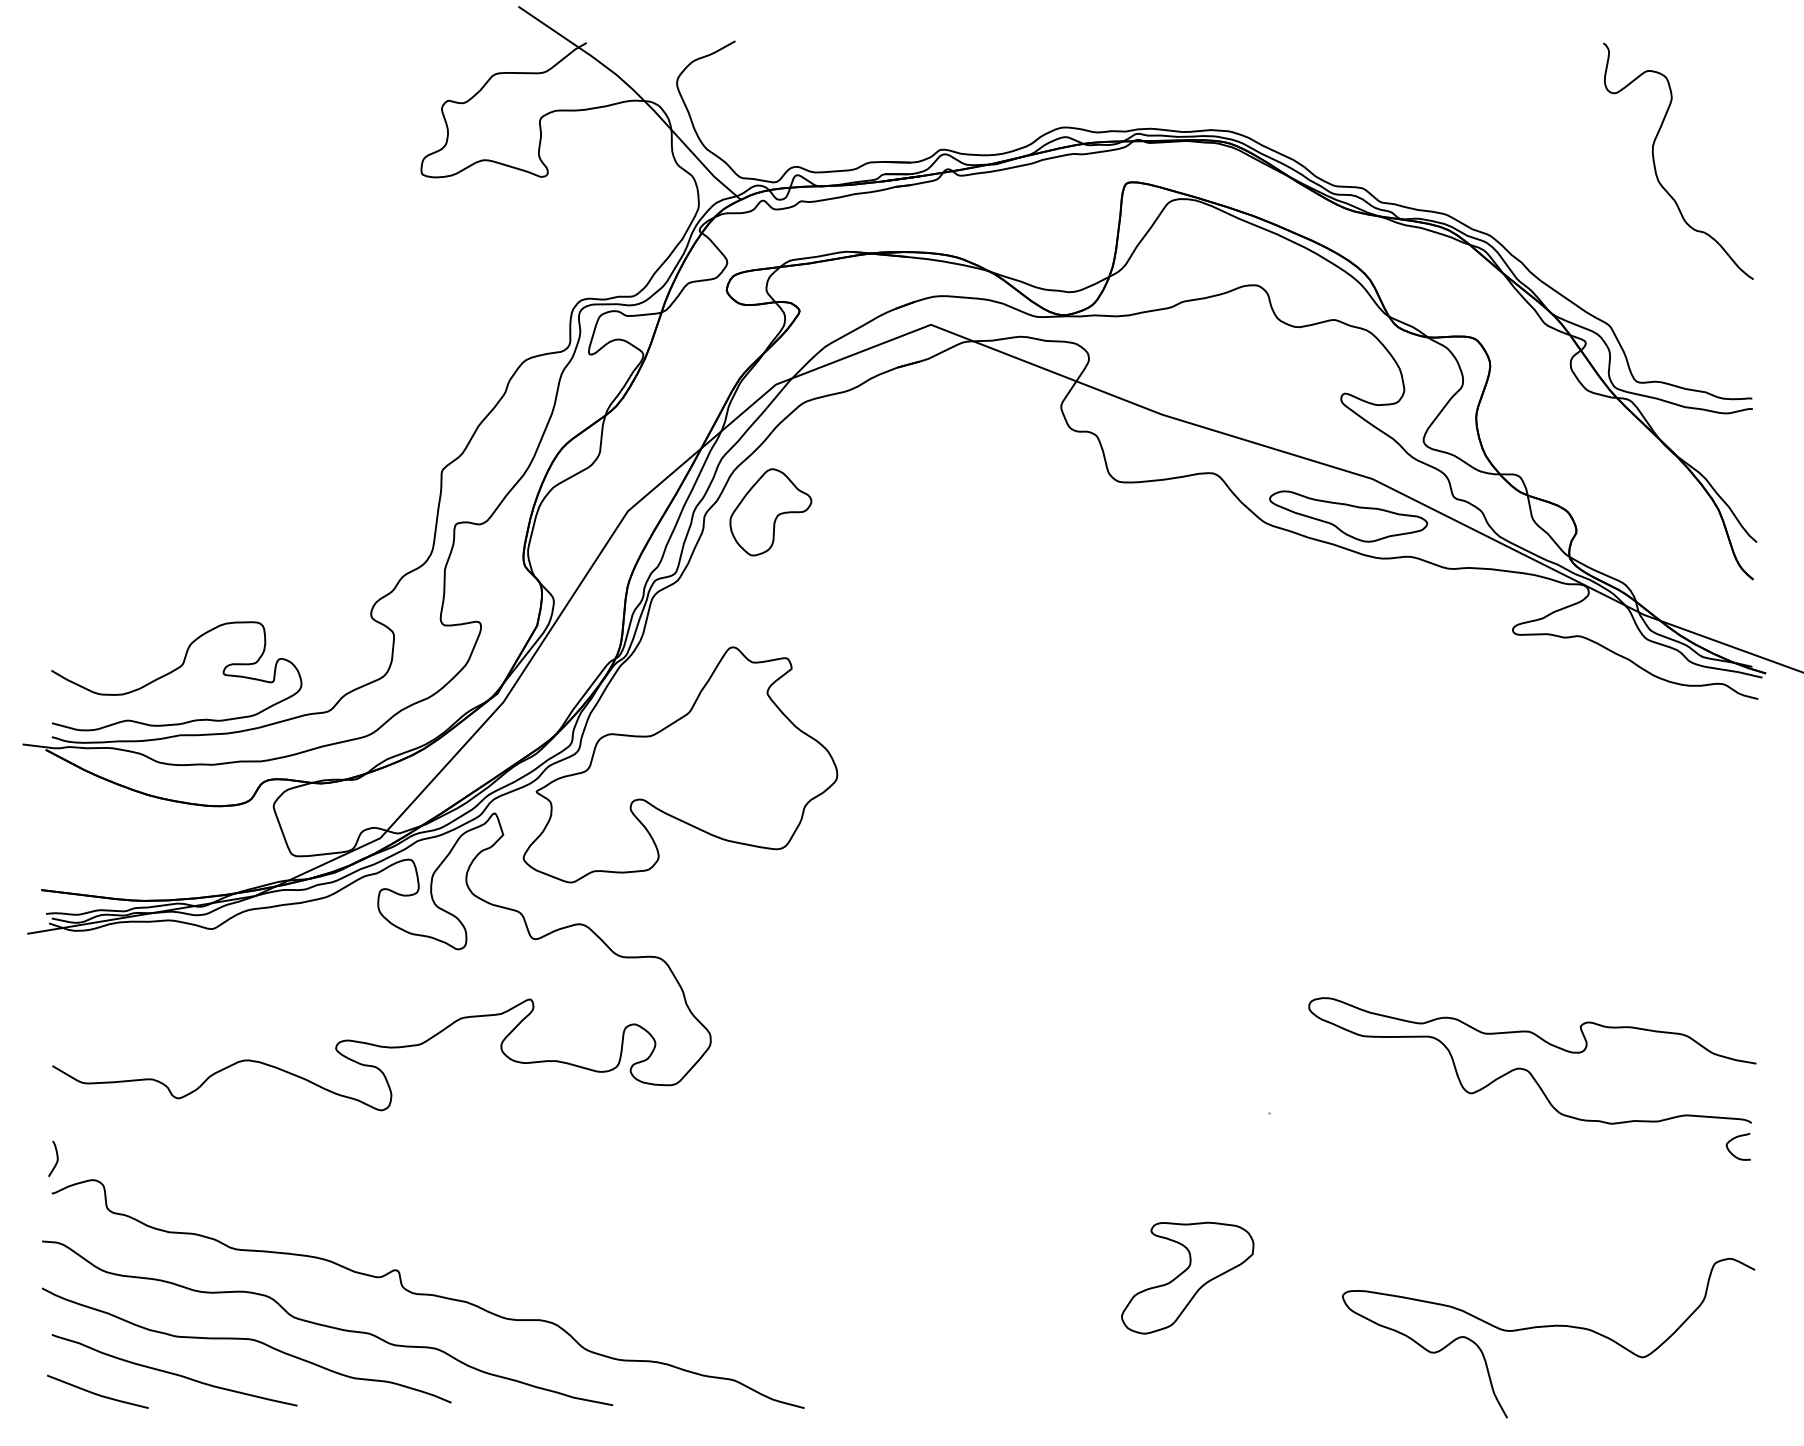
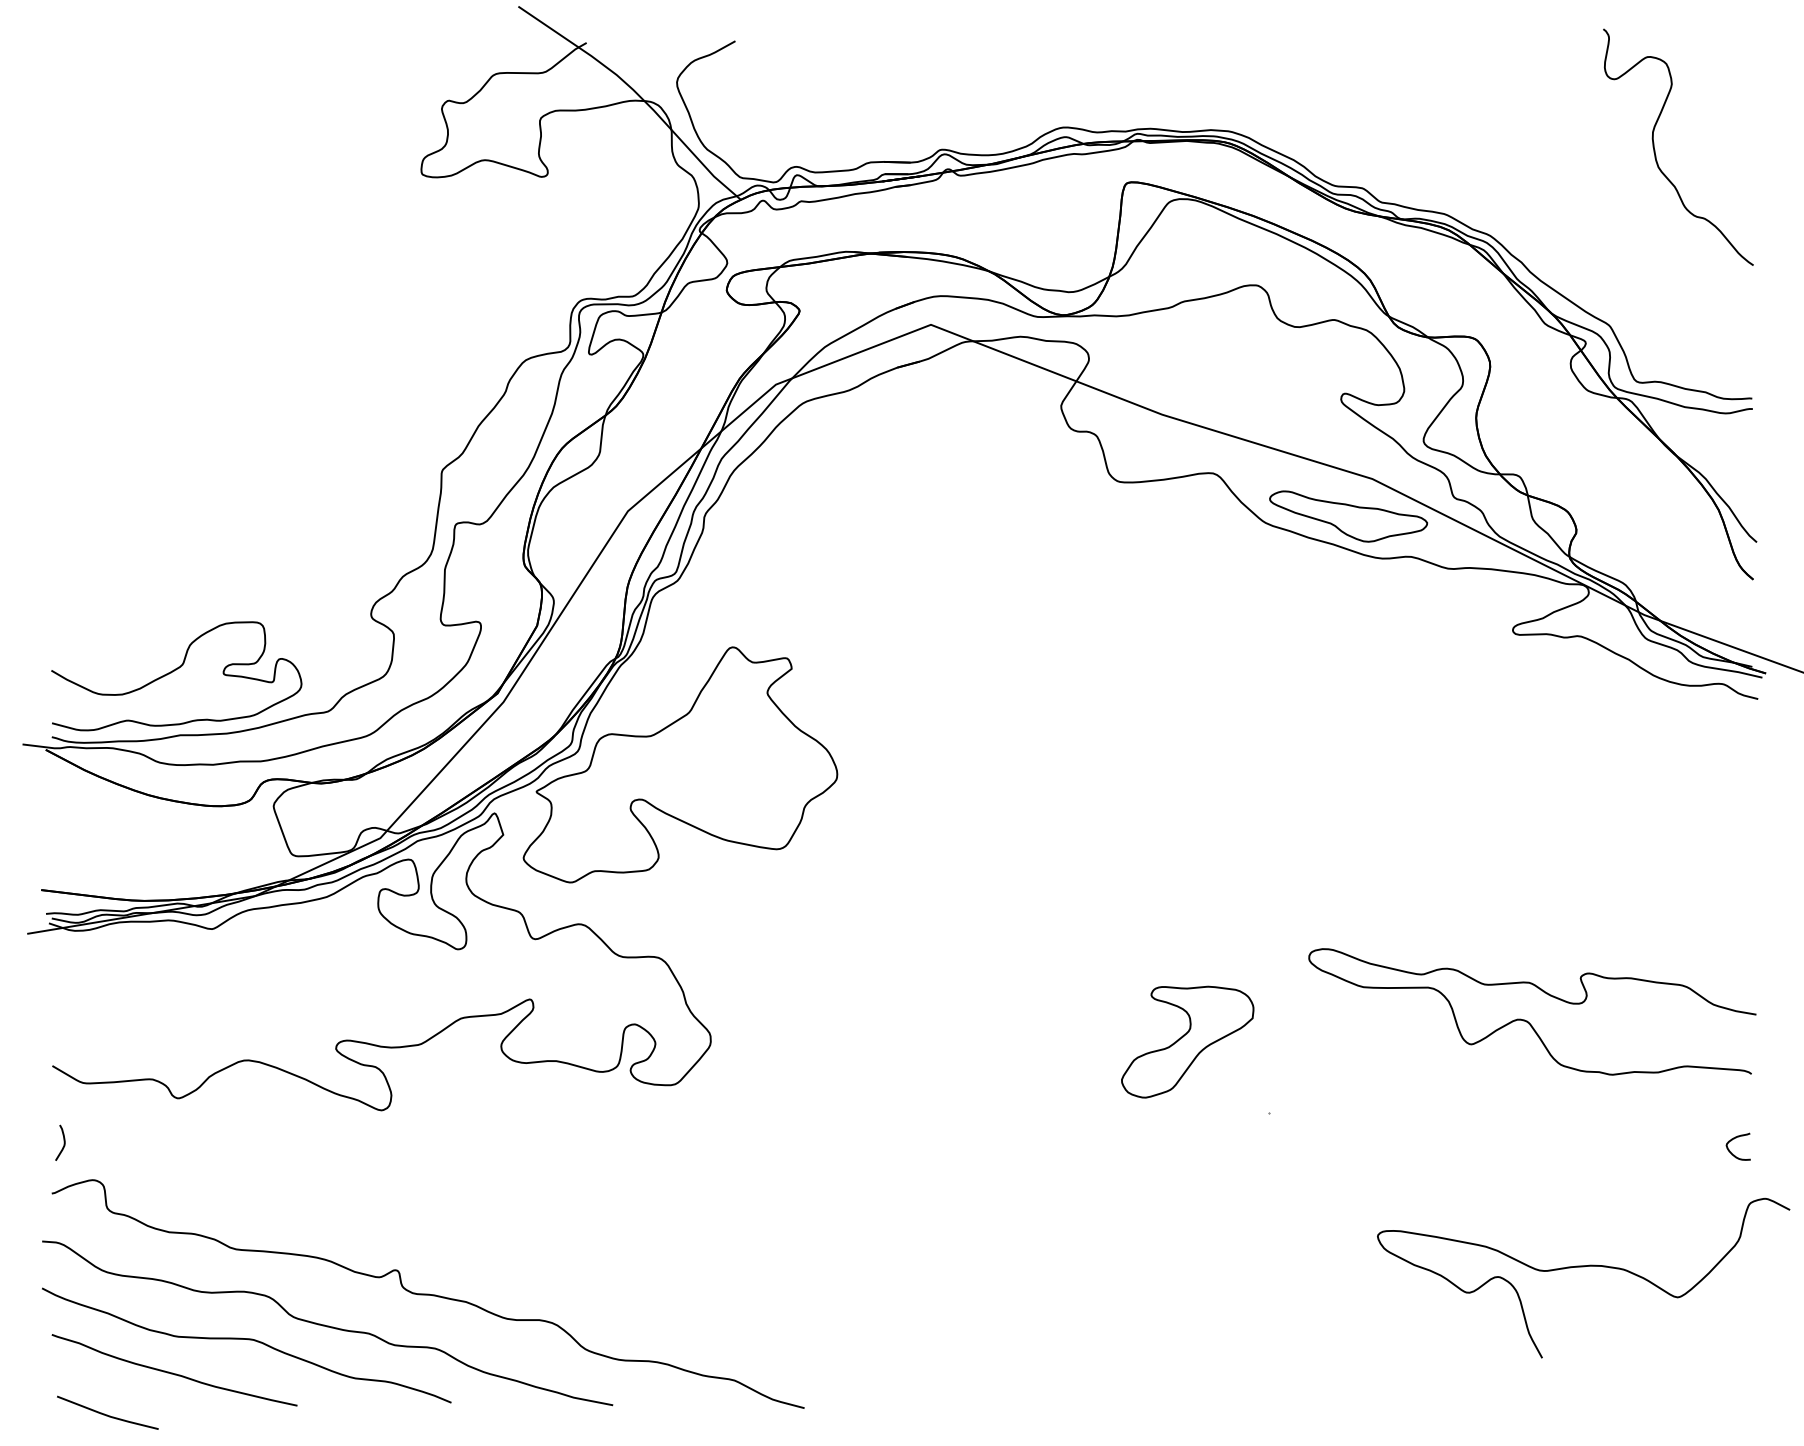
curve at (1655, 163) position: (1655, 163) -> (1655, 149)
part at (770, 512): present -> none
curve at (1527, 1069) position: (1527, 1069) -> (1527, 1020)
curve at (56, 1158) position: (56, 1158) -> (63, 1142)
part at (1187, 1277) position: (1187, 1277) -> (1187, 1041)
curve at (1548, 1327) position: (1548, 1327) -> (1583, 1267)
line at (97, 1393) position: (97, 1393) -> (107, 1414)
